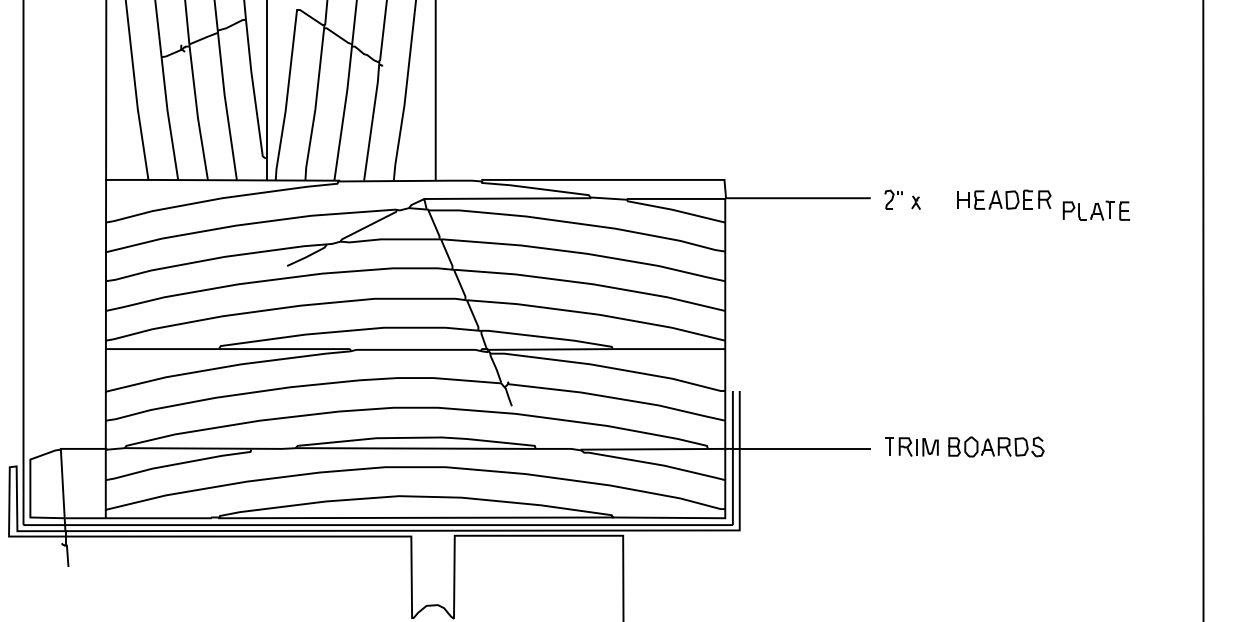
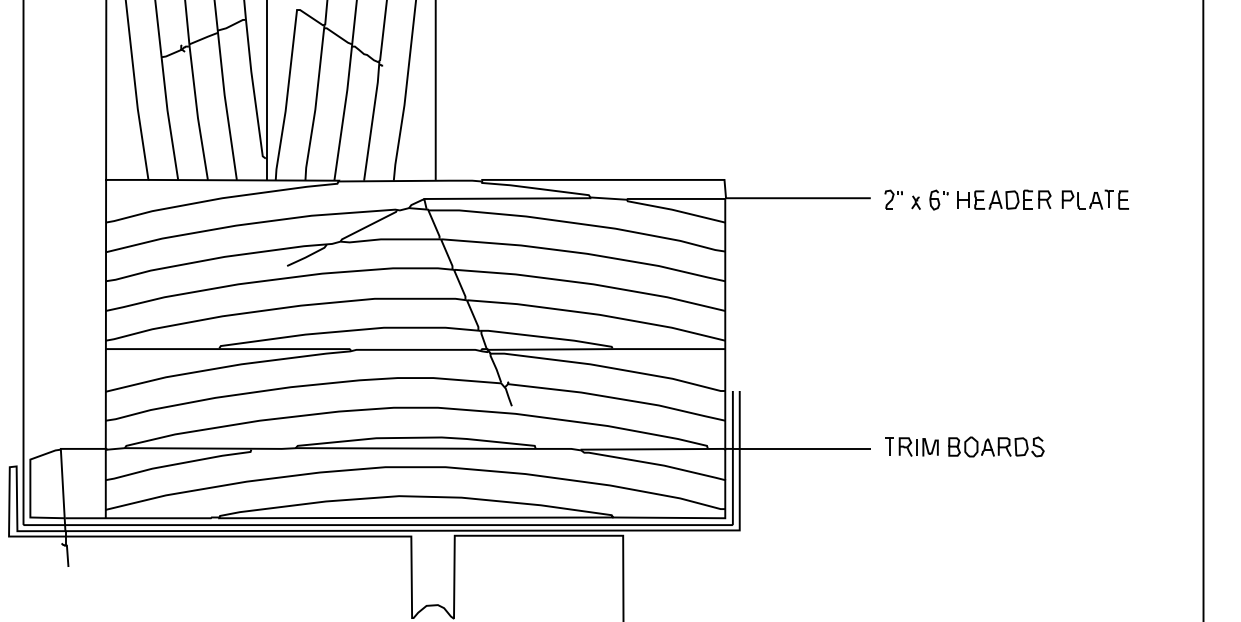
part at (938, 199): none -> present
part at (1095, 210) position: (1095, 210) -> (1094, 199)
